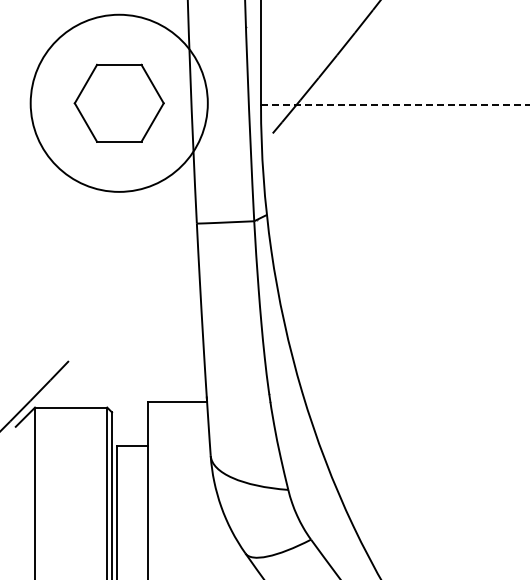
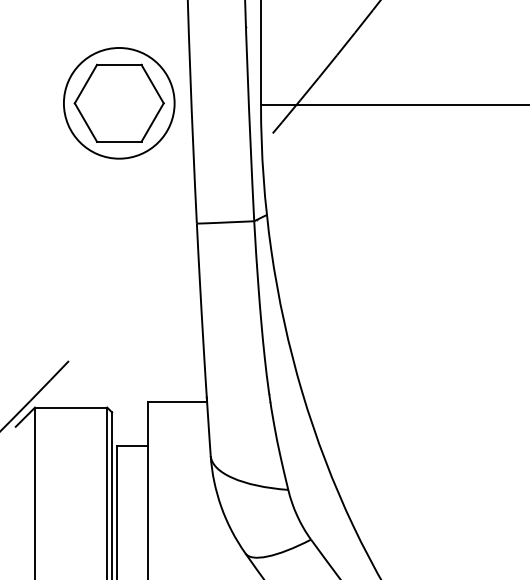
circle at (118, 102) diameter: 177 px -> 111 px
line at (395, 104): dashed -> solid
